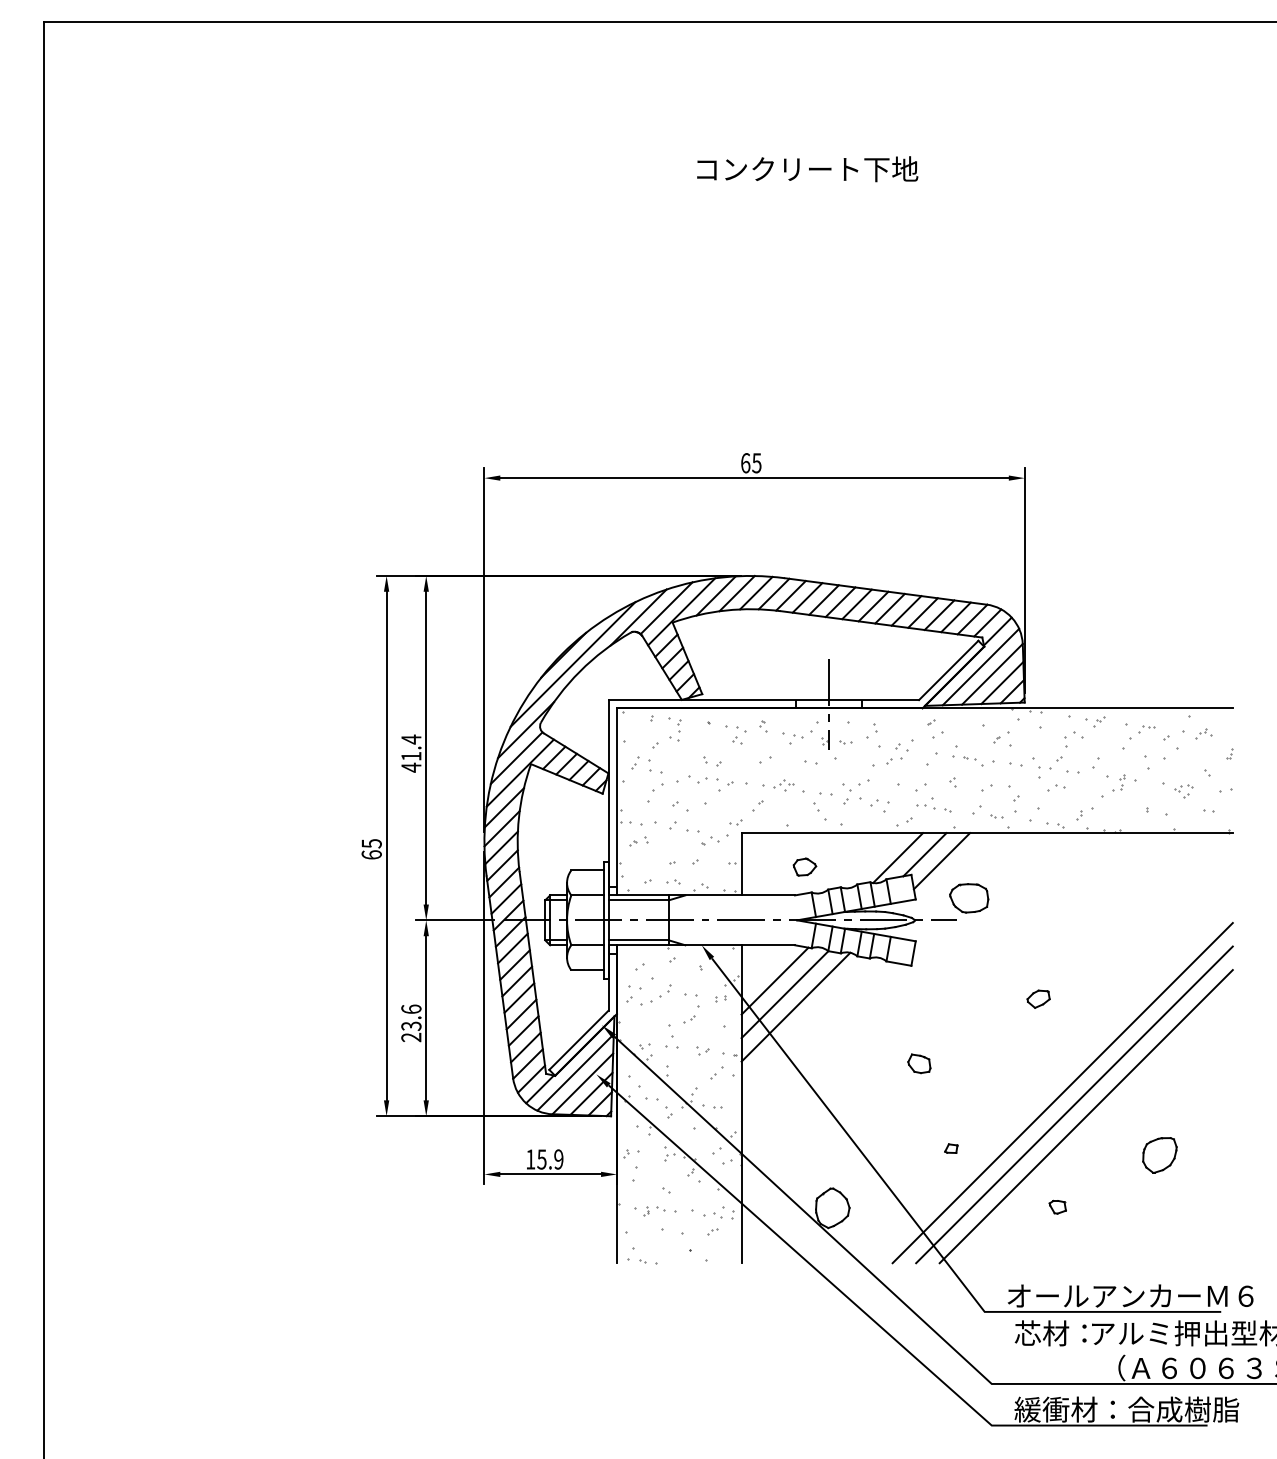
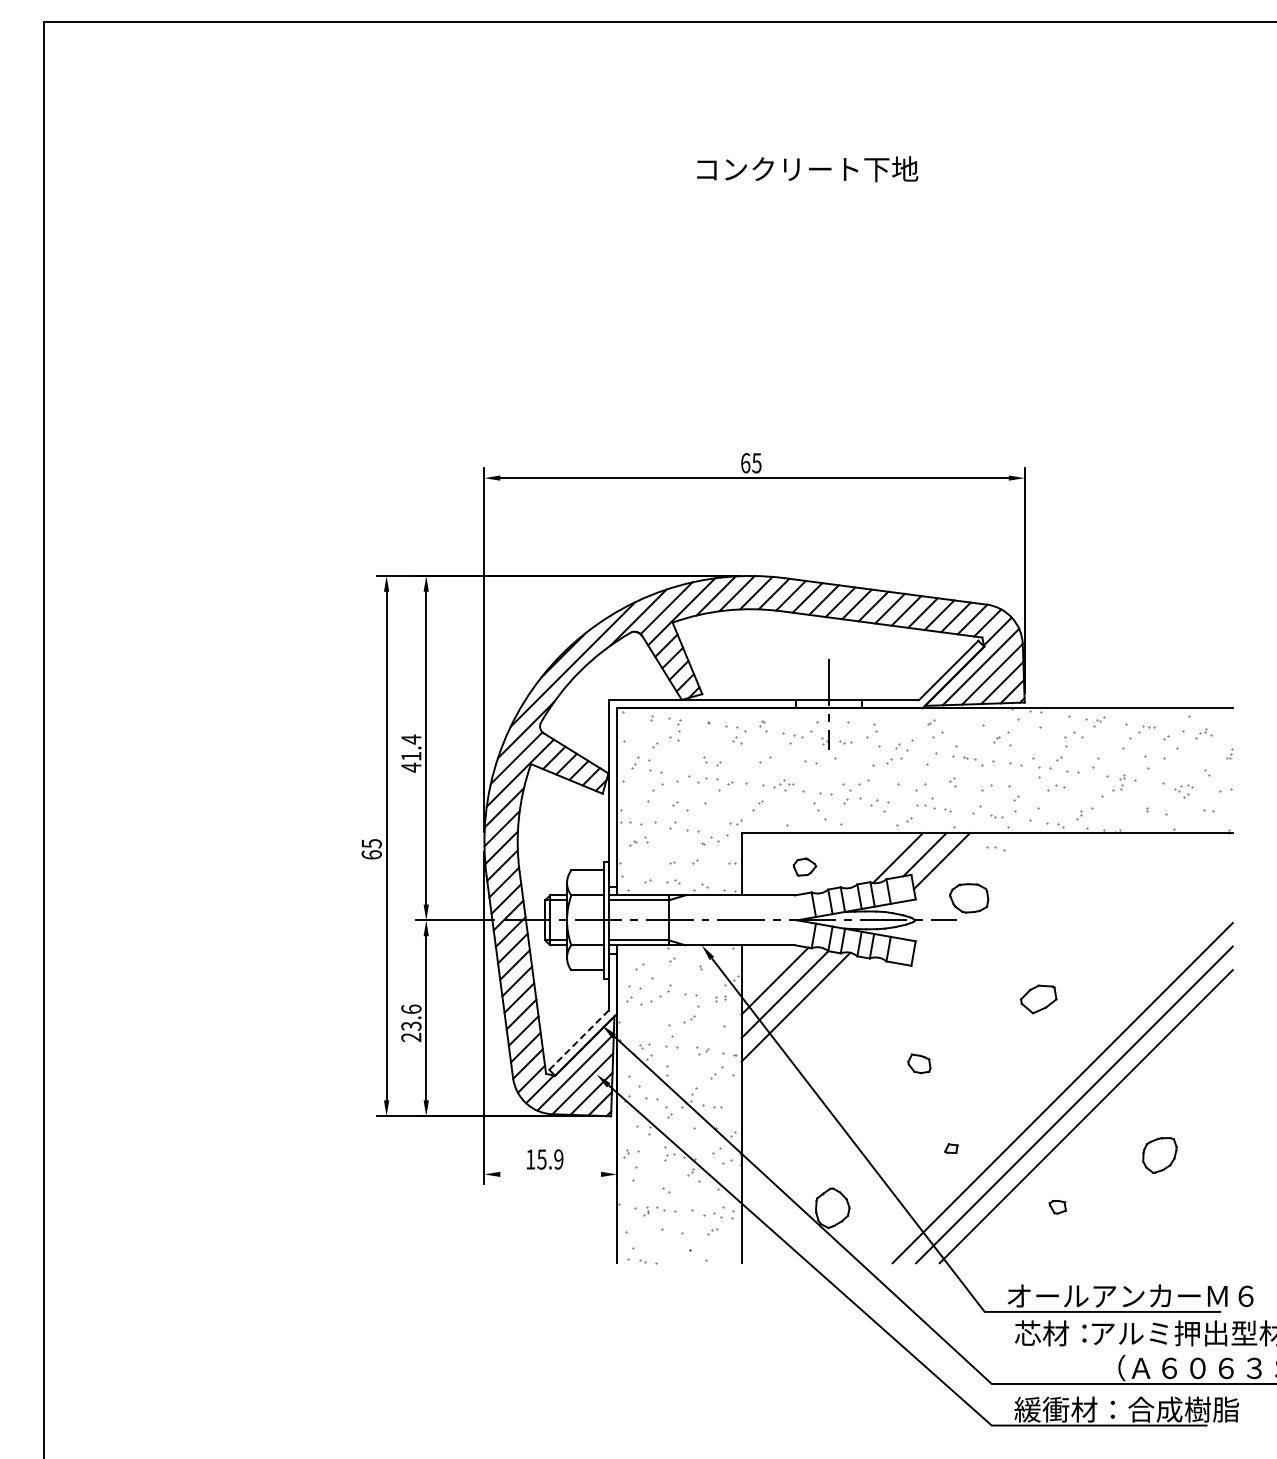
part at (995, 848): none -> present
part at (1038, 998) size: 25x20 px -> 38x31 px
line at (578, 1040): solid -> dashed
line at (550, 1174): present -> none
